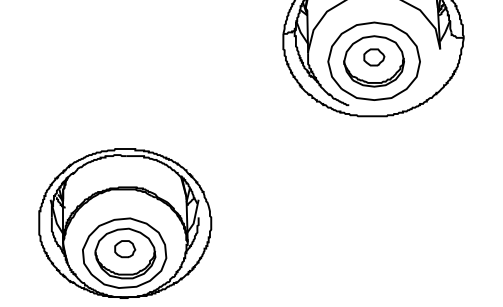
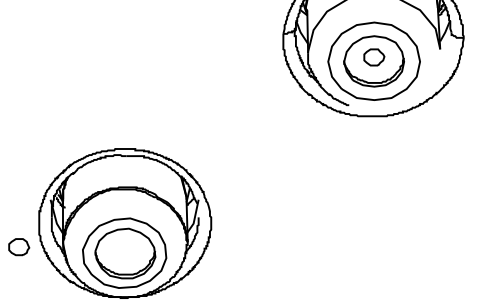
part at (125, 249) position: (125, 249) -> (19, 247)
